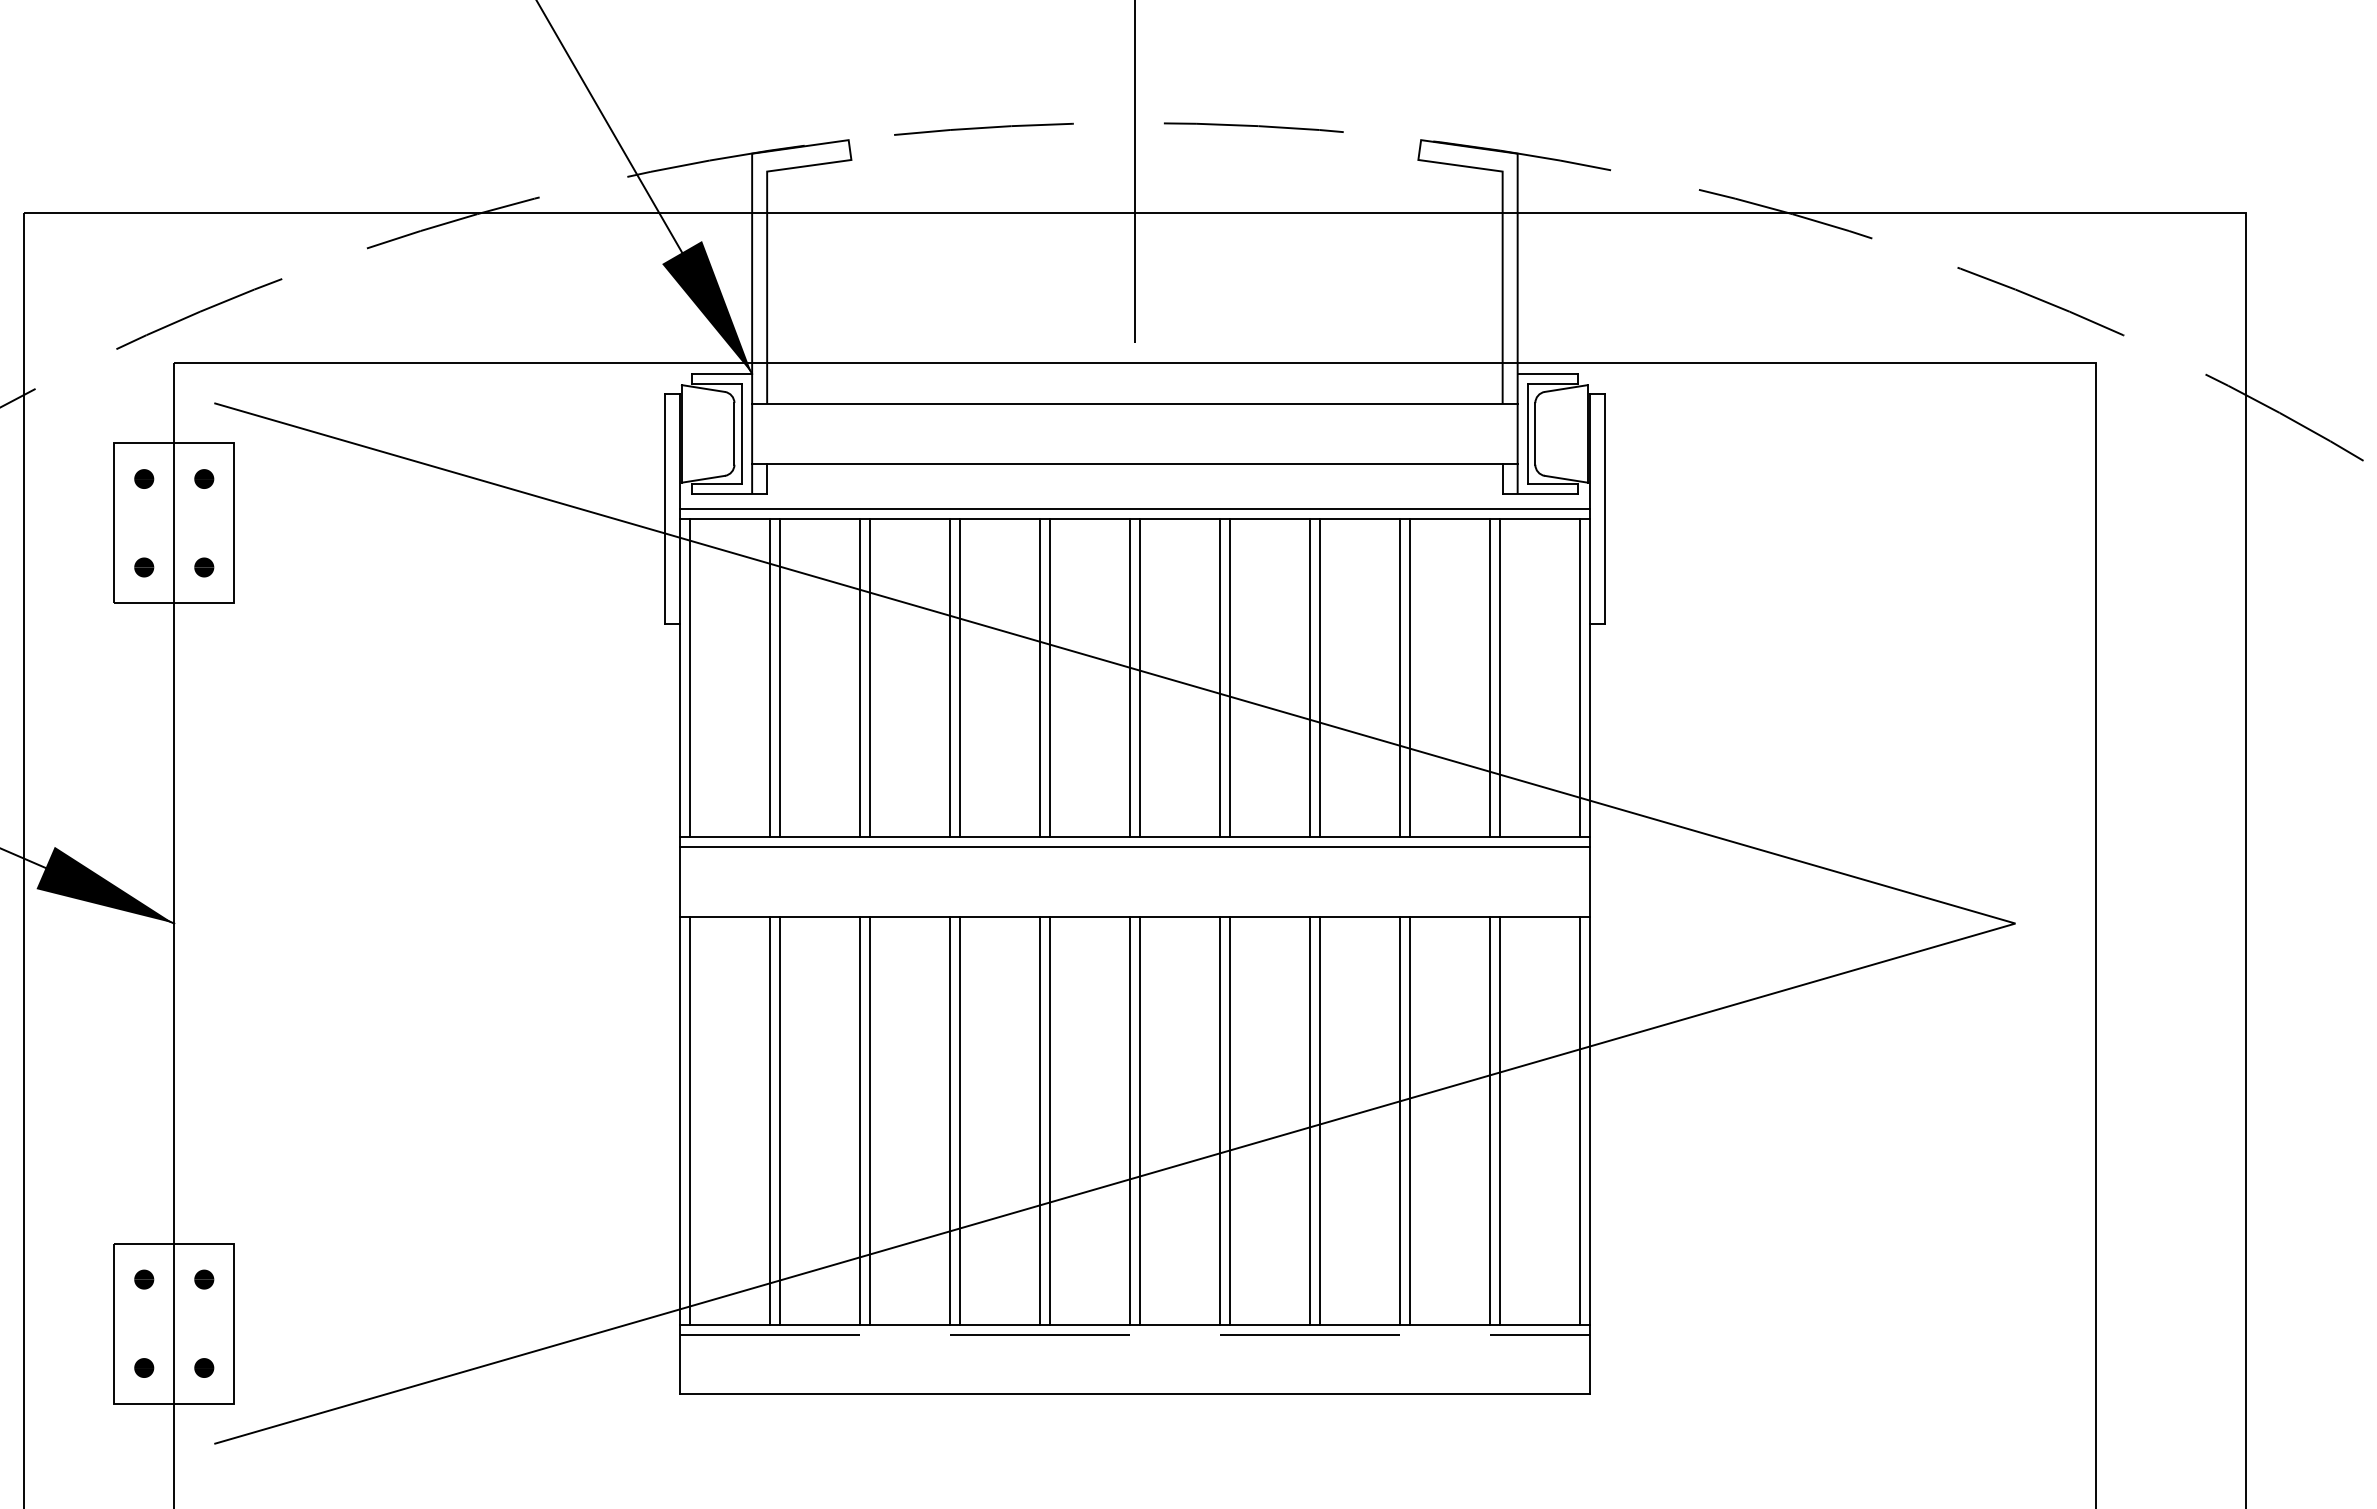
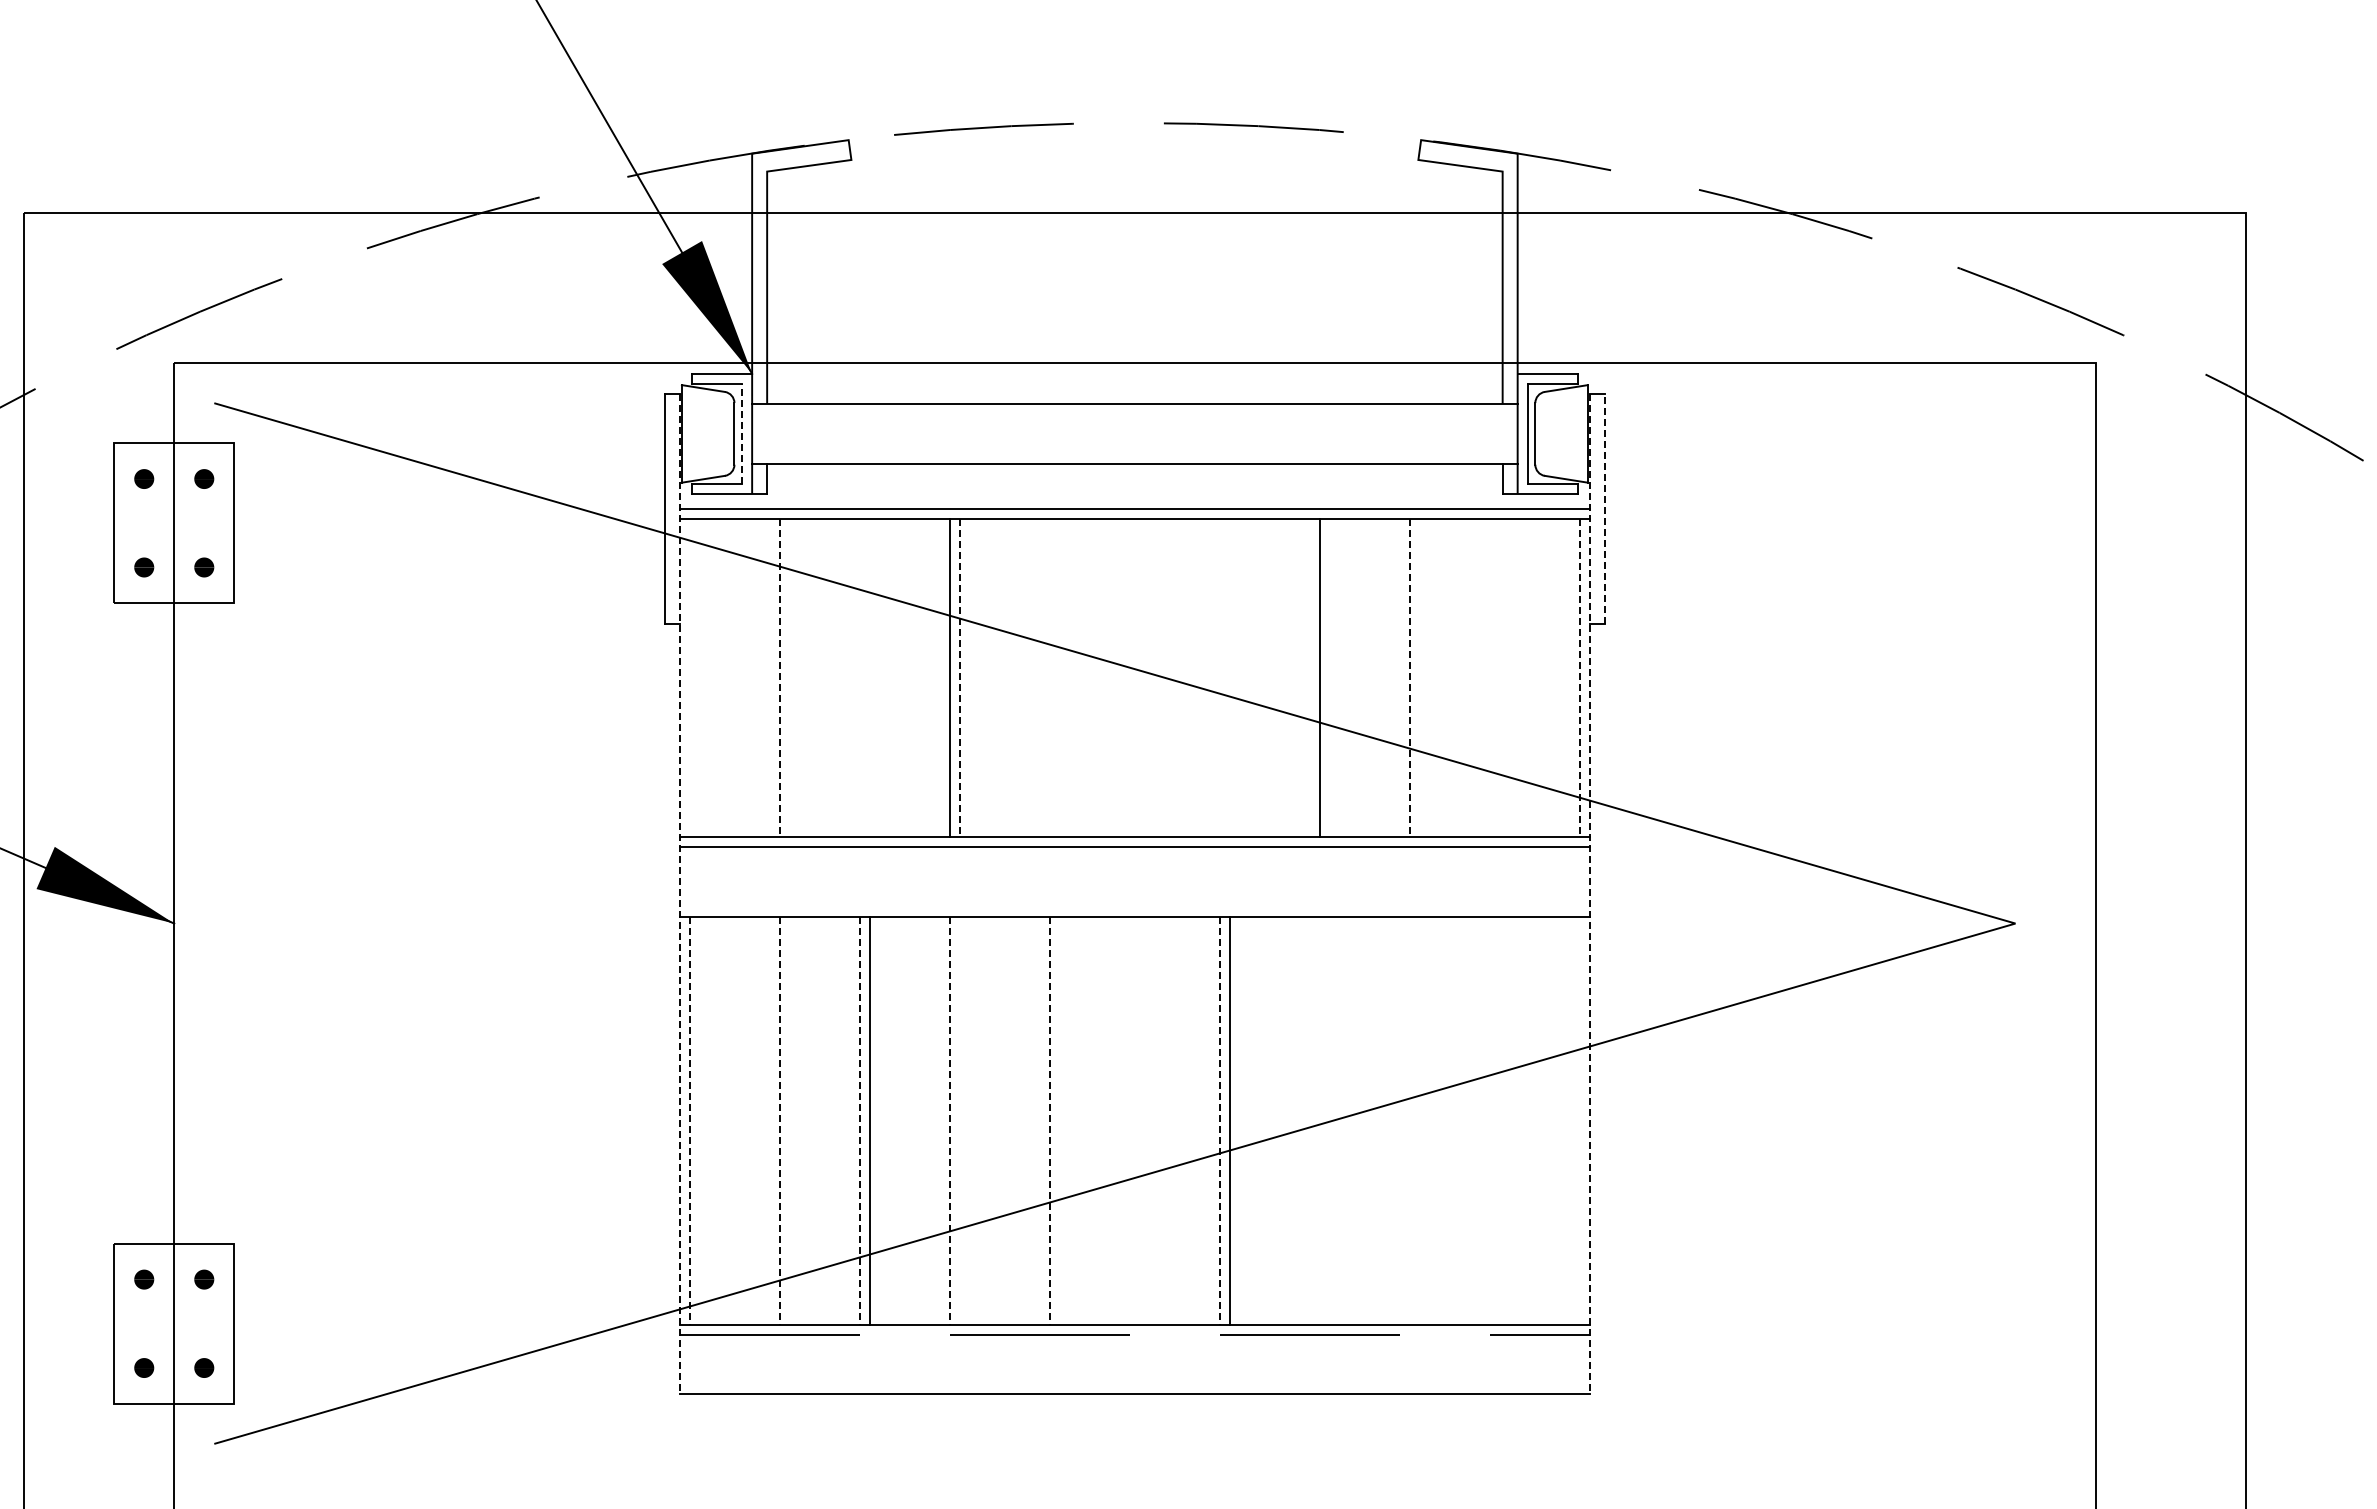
line at (1134, 182): present -> none
line at (742, 433): solid -> dashed
line at (1605, 508): solid -> dashed
line at (689, 677): present -> none
line at (769, 677): present -> none
line at (779, 677): solid -> dashed
line at (859, 677): present -> none
line at (869, 677): present -> none
line at (959, 677): solid -> dashed
line at (1039, 677): present -> none
line at (1049, 677): present -> none
line at (1129, 677): present -> none
line at (1139, 677): present -> none
line at (1219, 677): present -> none
line at (1229, 677): present -> none
line at (1310, 677): present -> none
line at (1400, 677): present -> none
line at (1410, 677): solid -> dashed
line at (1490, 677): present -> none
line at (1500, 677): present -> none
line at (1580, 677): solid -> dashed
line at (679, 893): solid -> dashed
line at (1590, 893): solid -> dashed
line at (689, 1120): solid -> dashed
line at (769, 1120): present -> none
line at (779, 1120): solid -> dashed
line at (859, 1120): solid -> dashed
line at (949, 1120): solid -> dashed
line at (959, 1120): present -> none
line at (1039, 1120): present -> none
line at (1049, 1120): solid -> dashed
line at (1129, 1120): present -> none
line at (1139, 1120): present -> none
line at (1219, 1120): solid -> dashed
line at (1310, 1120): present -> none
line at (1320, 1120): present -> none
line at (1400, 1120): present -> none
line at (1410, 1120): present -> none
line at (1490, 1120): present -> none
line at (1500, 1120): present -> none
line at (1580, 1120): present -> none
